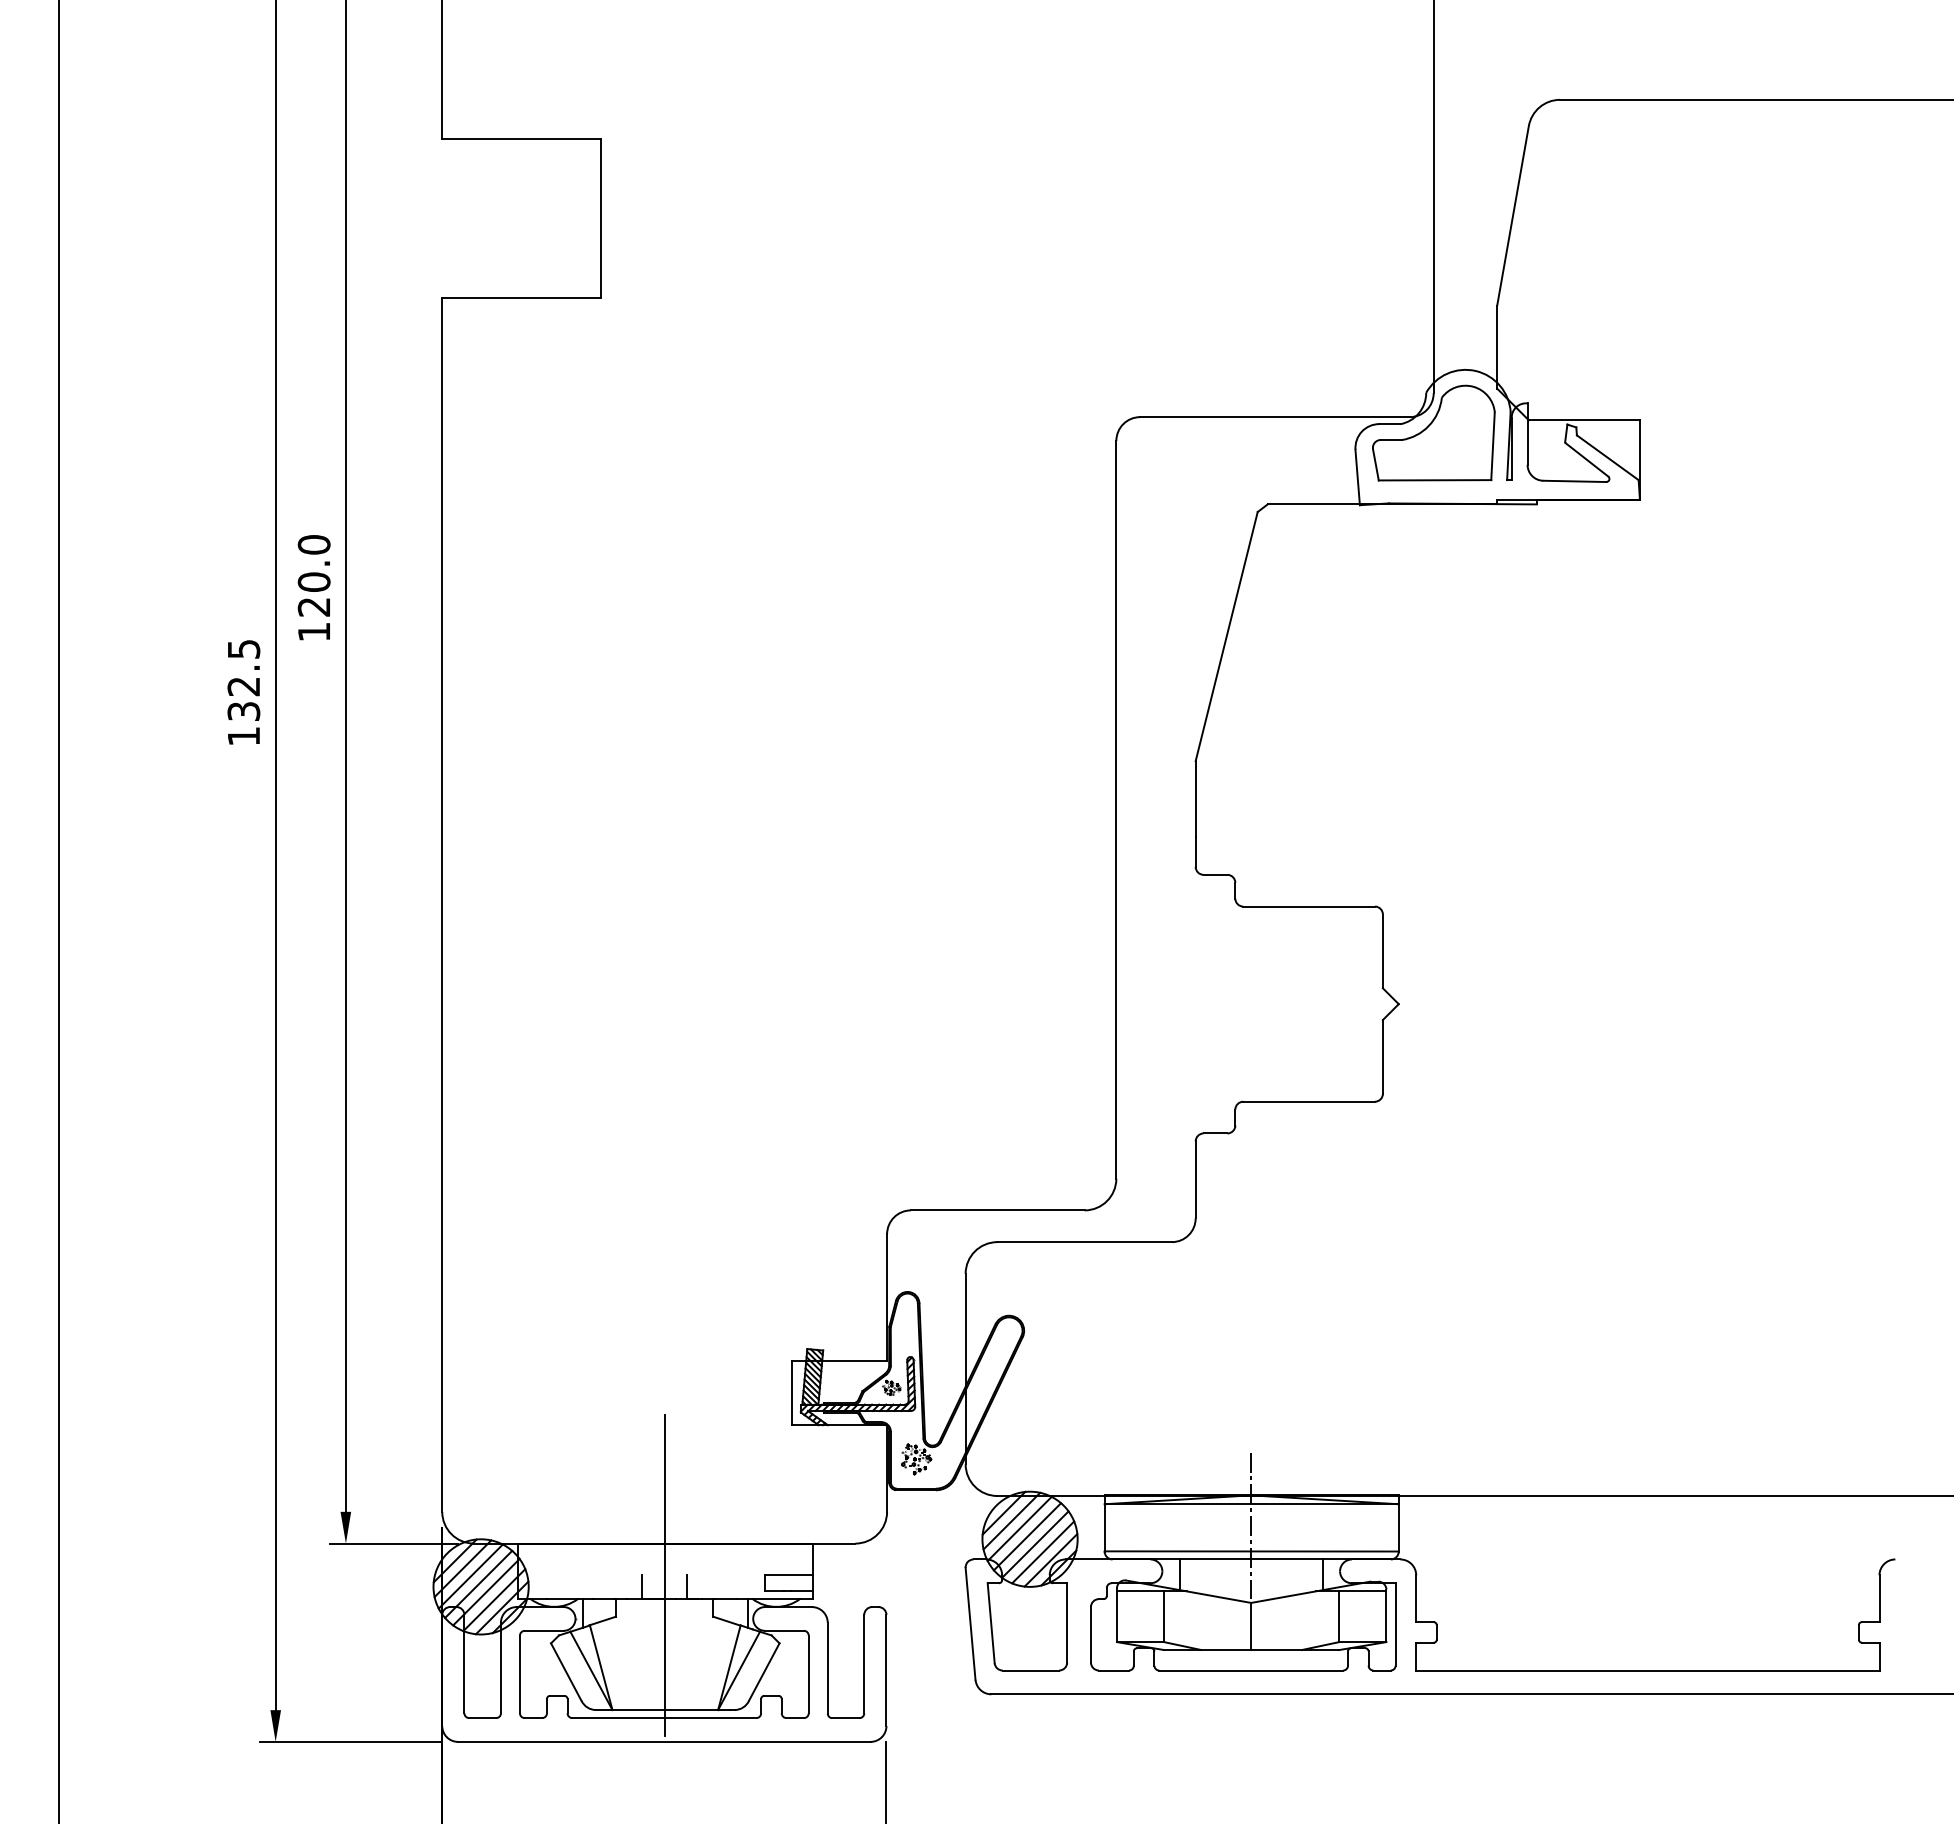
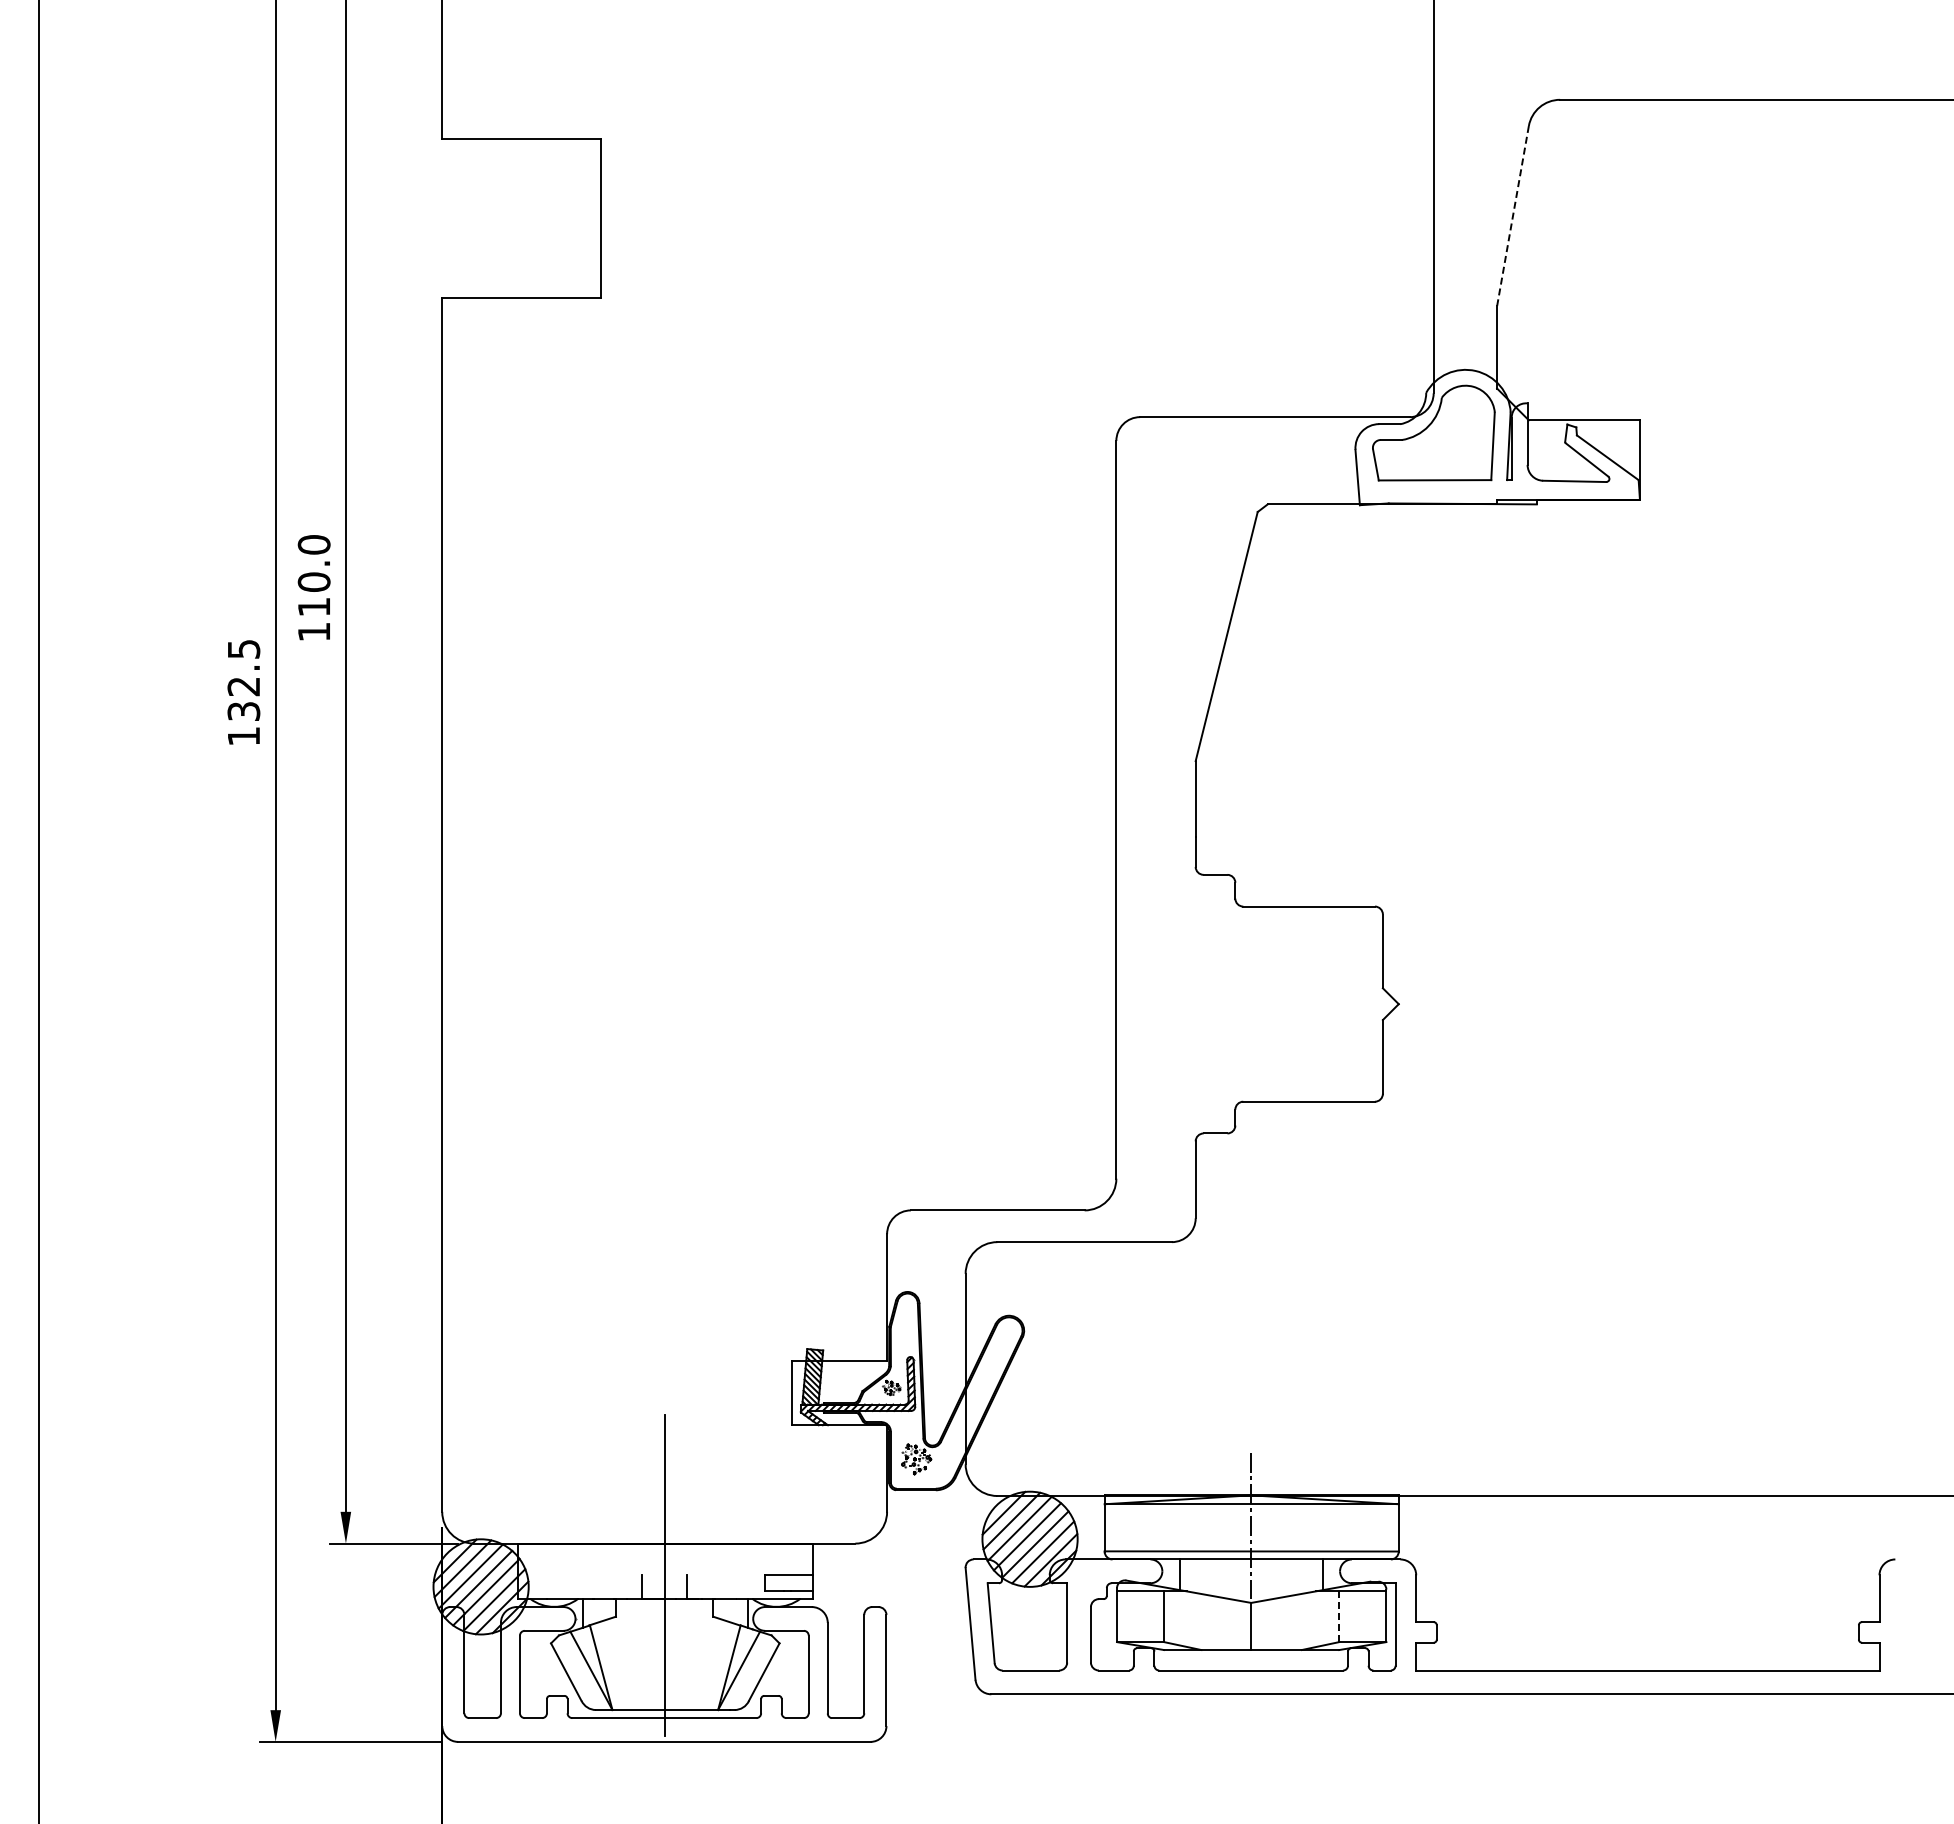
line at (1512, 216): solid -> dashed
text at (313, 607): 120.0 -> 110.0
line at (58, 911) position: (58, 911) -> (38, 911)
line at (1339, 1617): solid -> dashed
line at (886, 1780): present -> none
